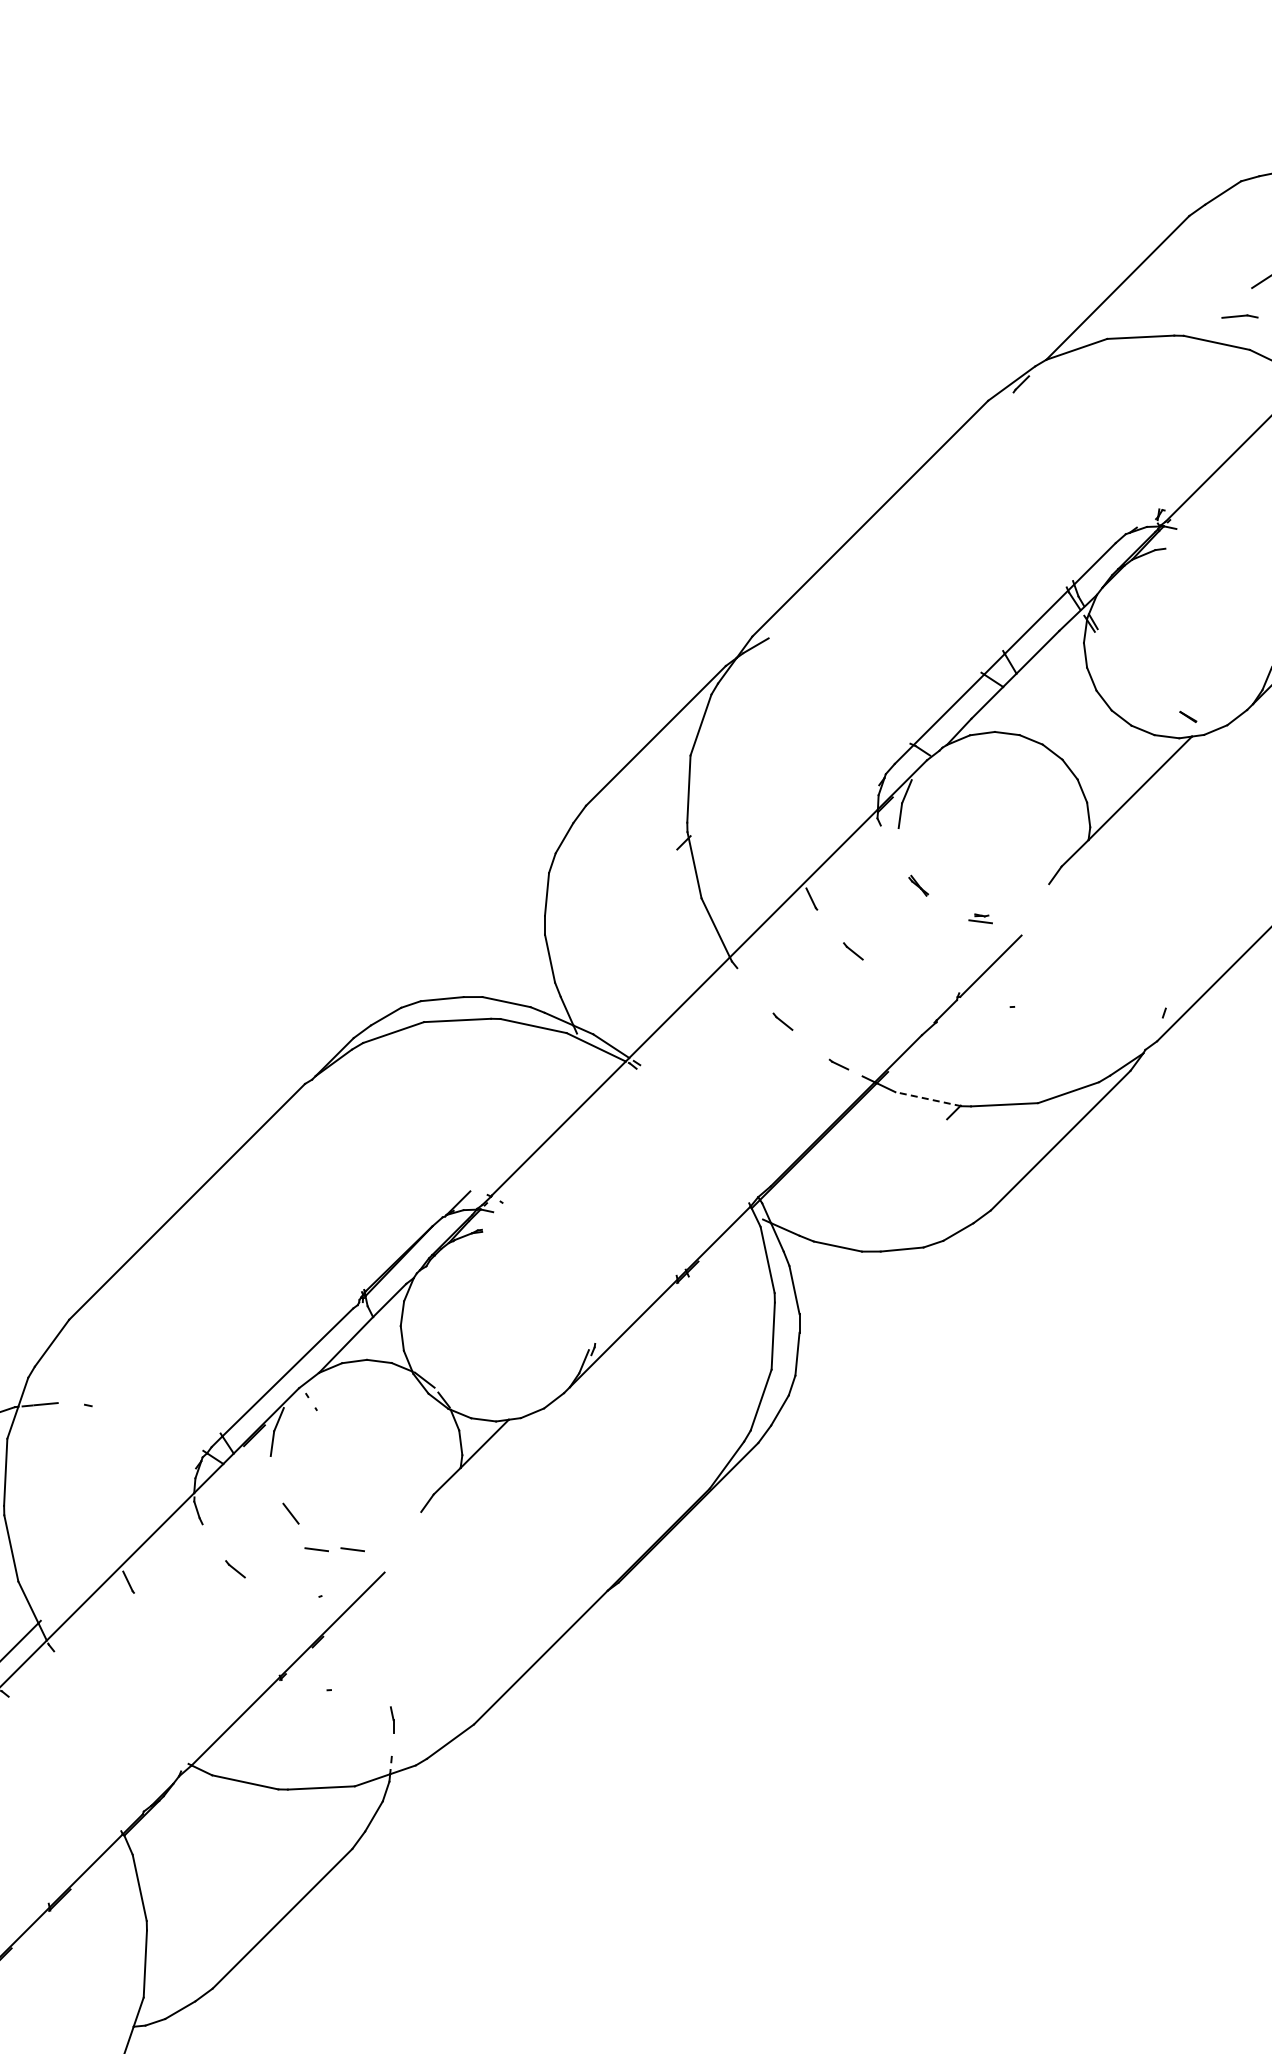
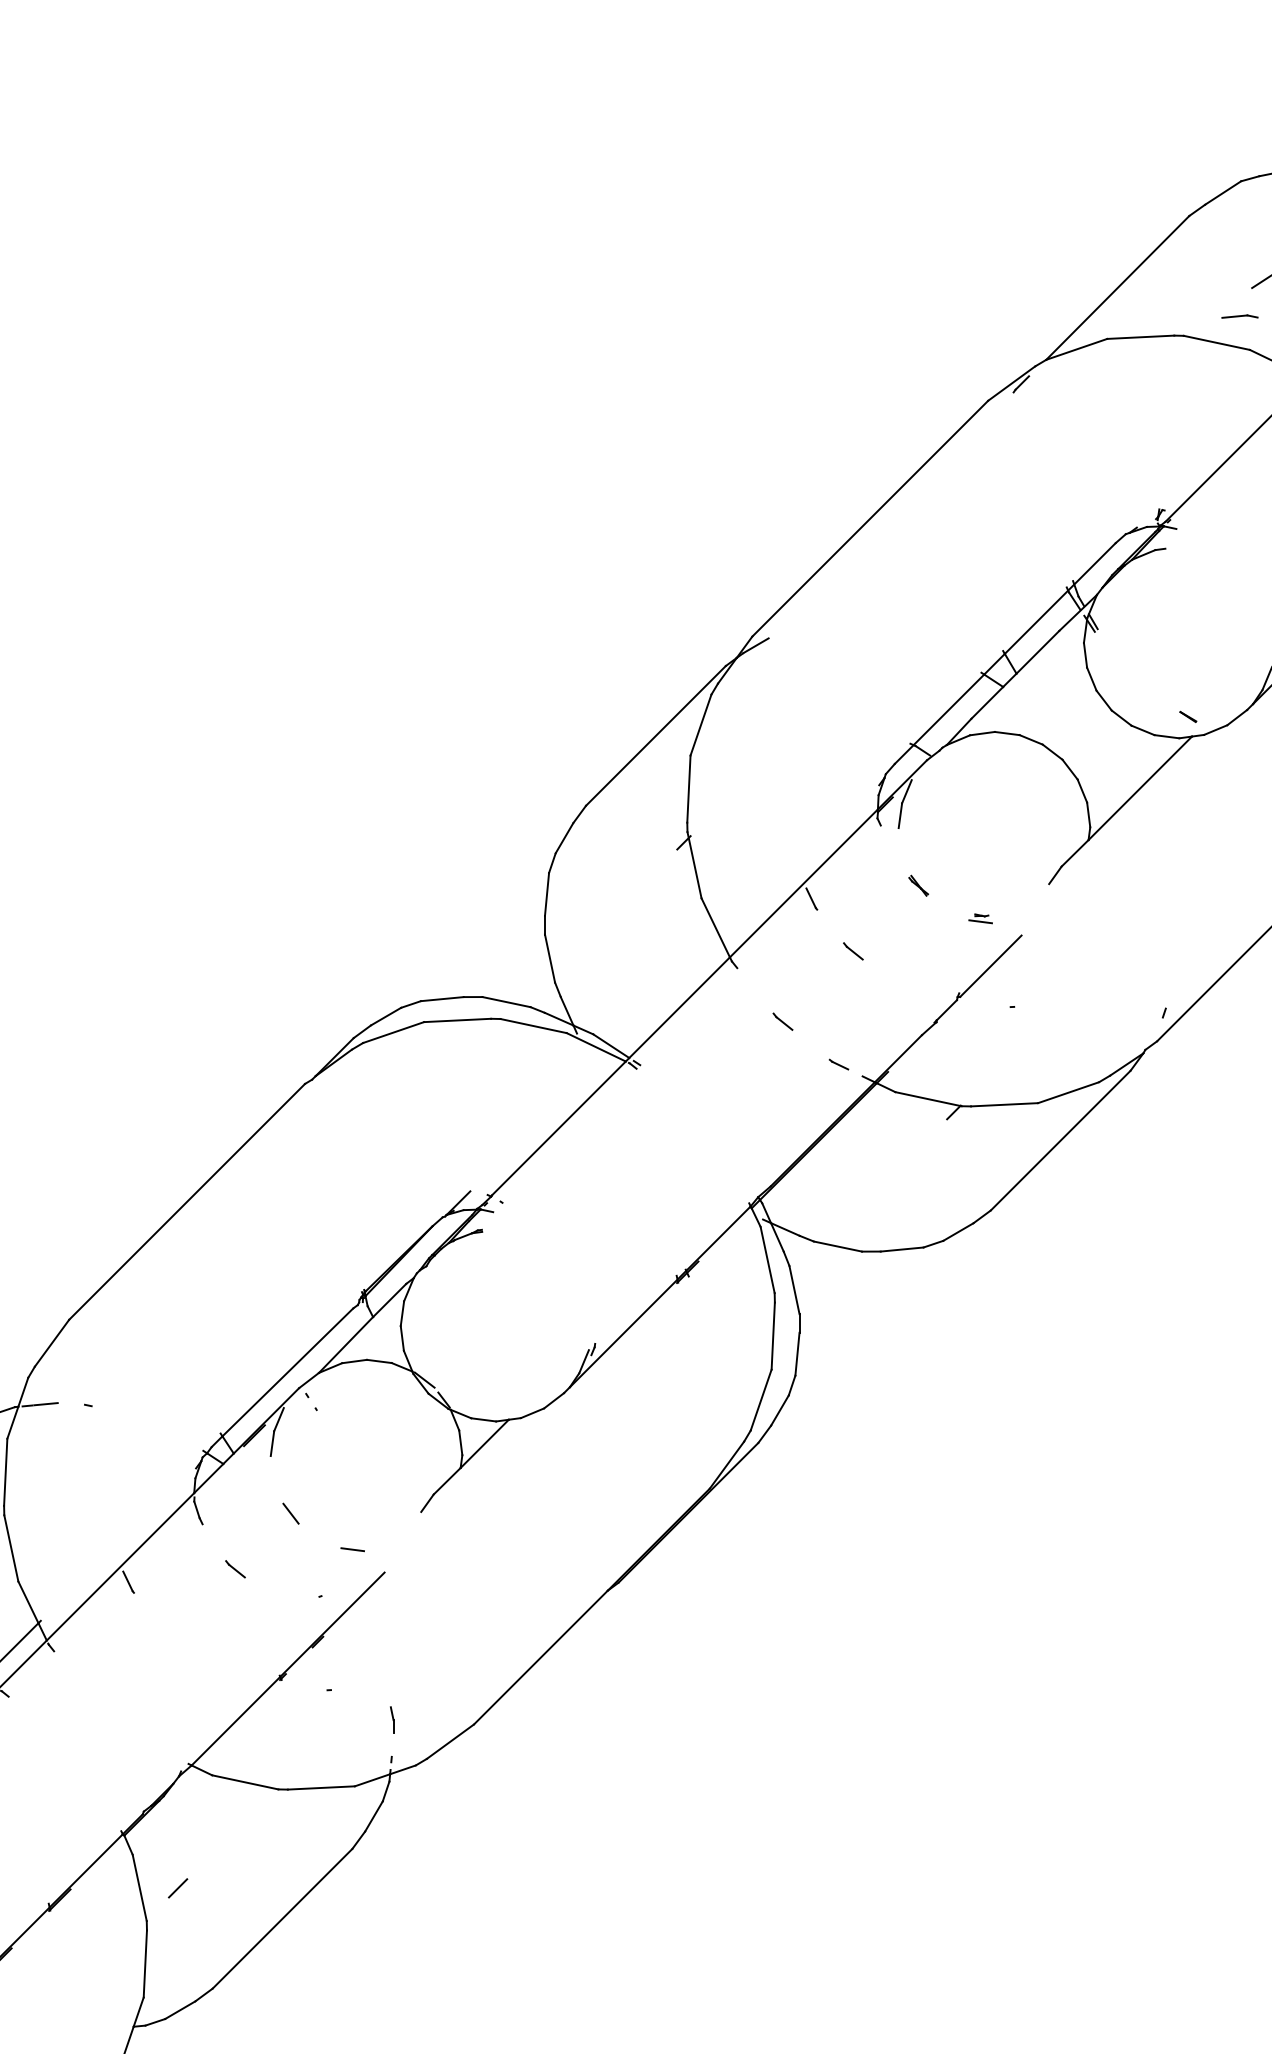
line at (928, 1099): dashed -> solid
line at (316, 1549): present -> none
line at (178, 1888): none -> present
